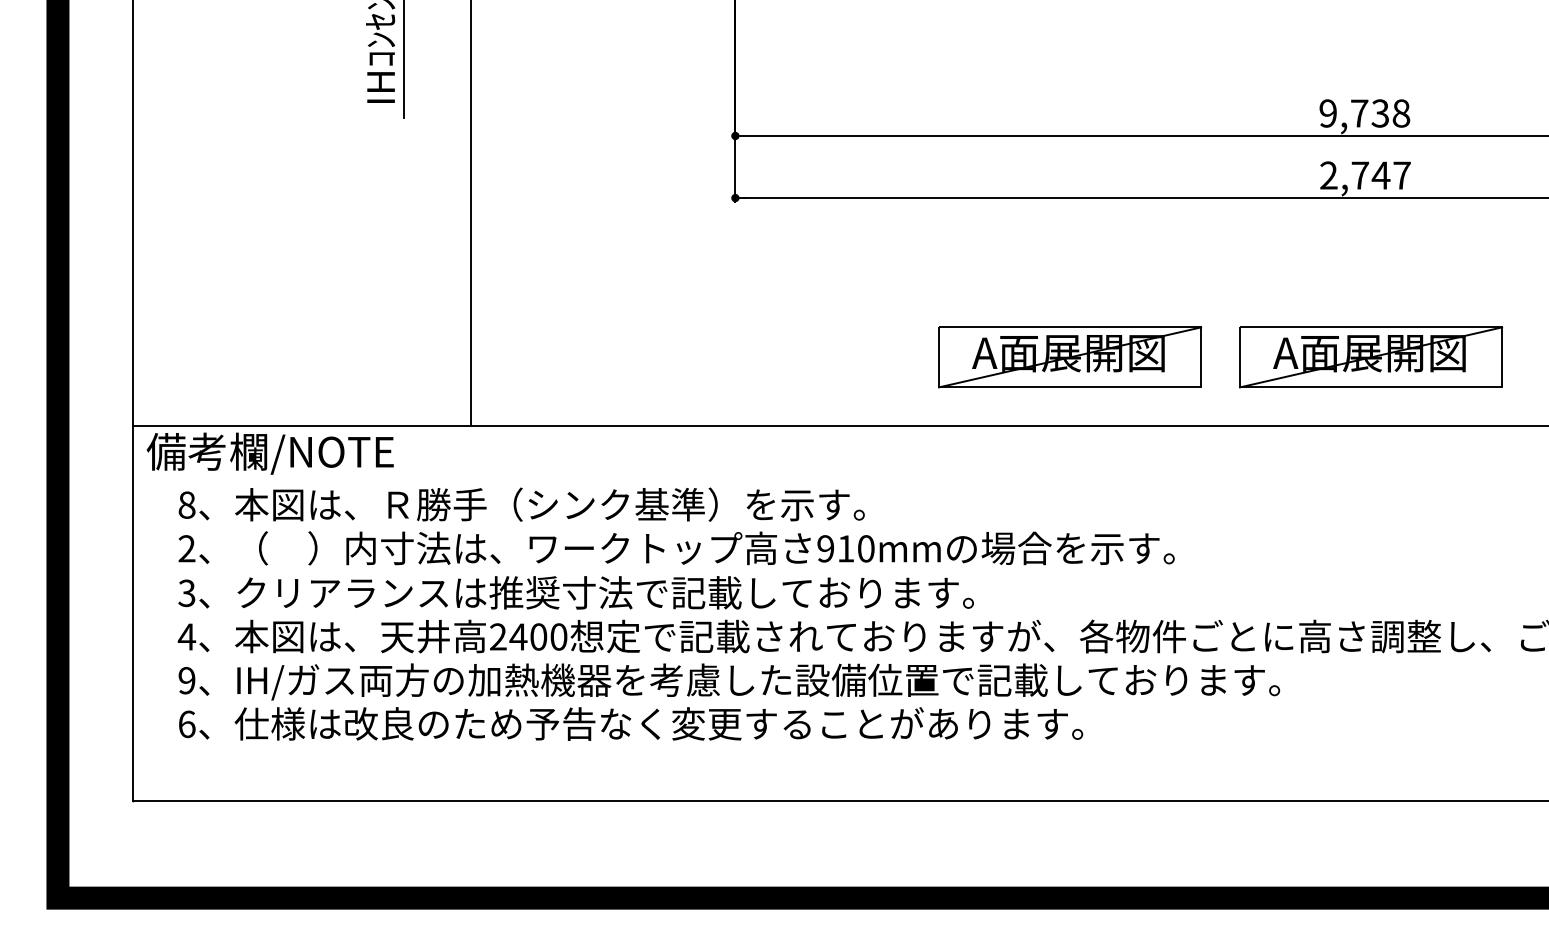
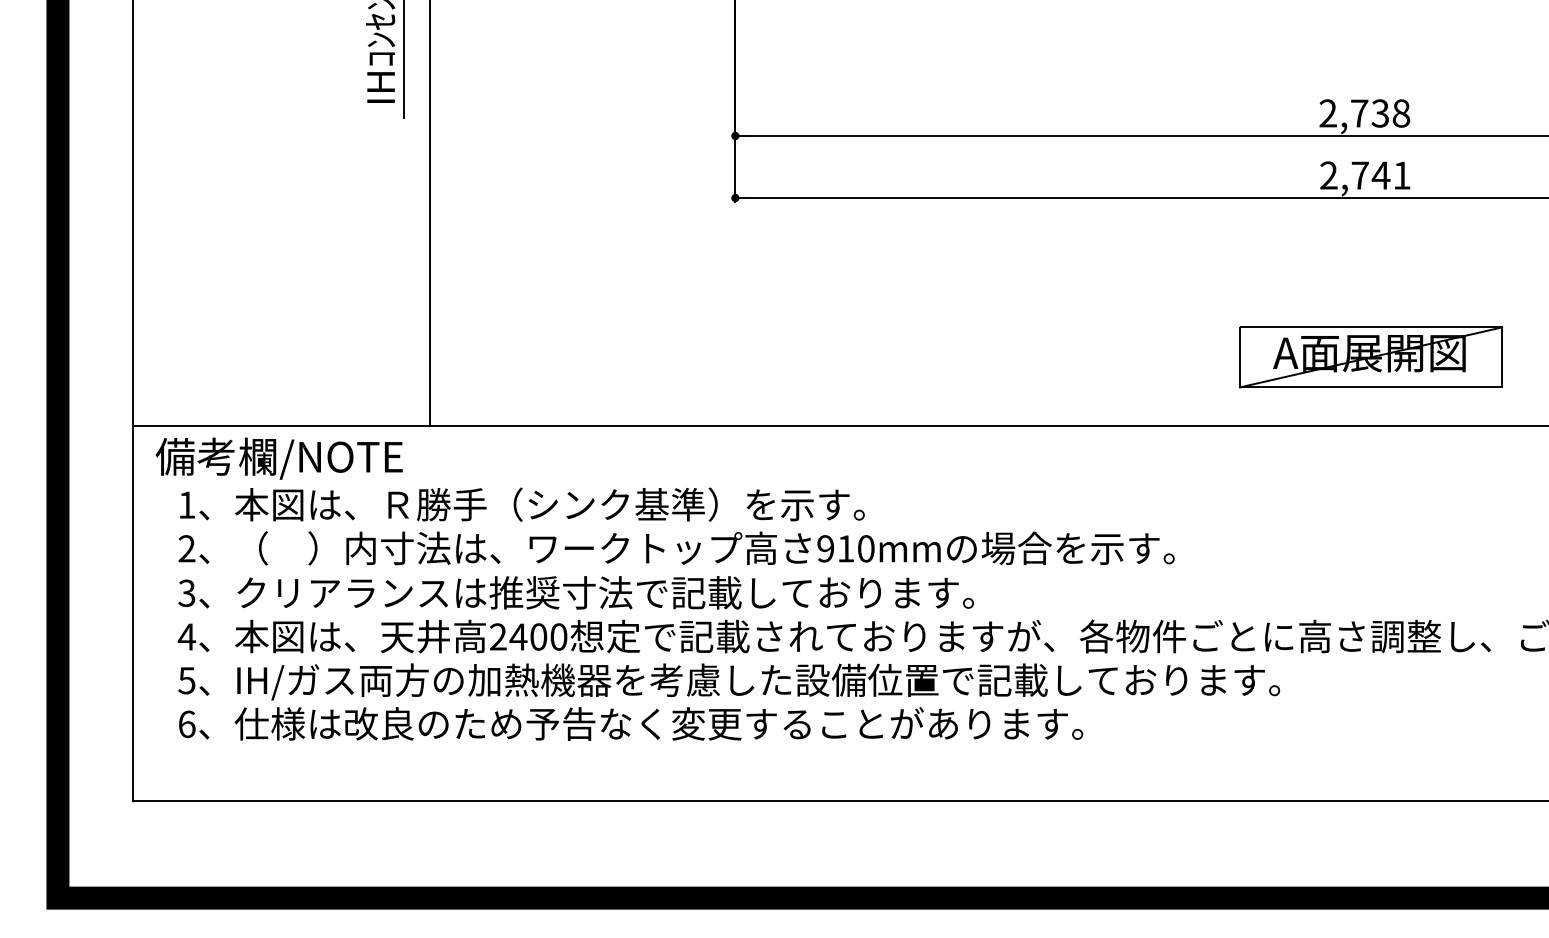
text at (1327, 113): 9,738 -> 2,738
text at (1401, 175): 2,747 -> 2,741
line at (471, 213) position: (471, 213) -> (430, 213)
part at (1070, 357): present -> none
text at (269, 453) position: (269, 453) -> (278, 458)
text at (186, 504): 8 -> 1
text at (186, 680): 9 -> 5
